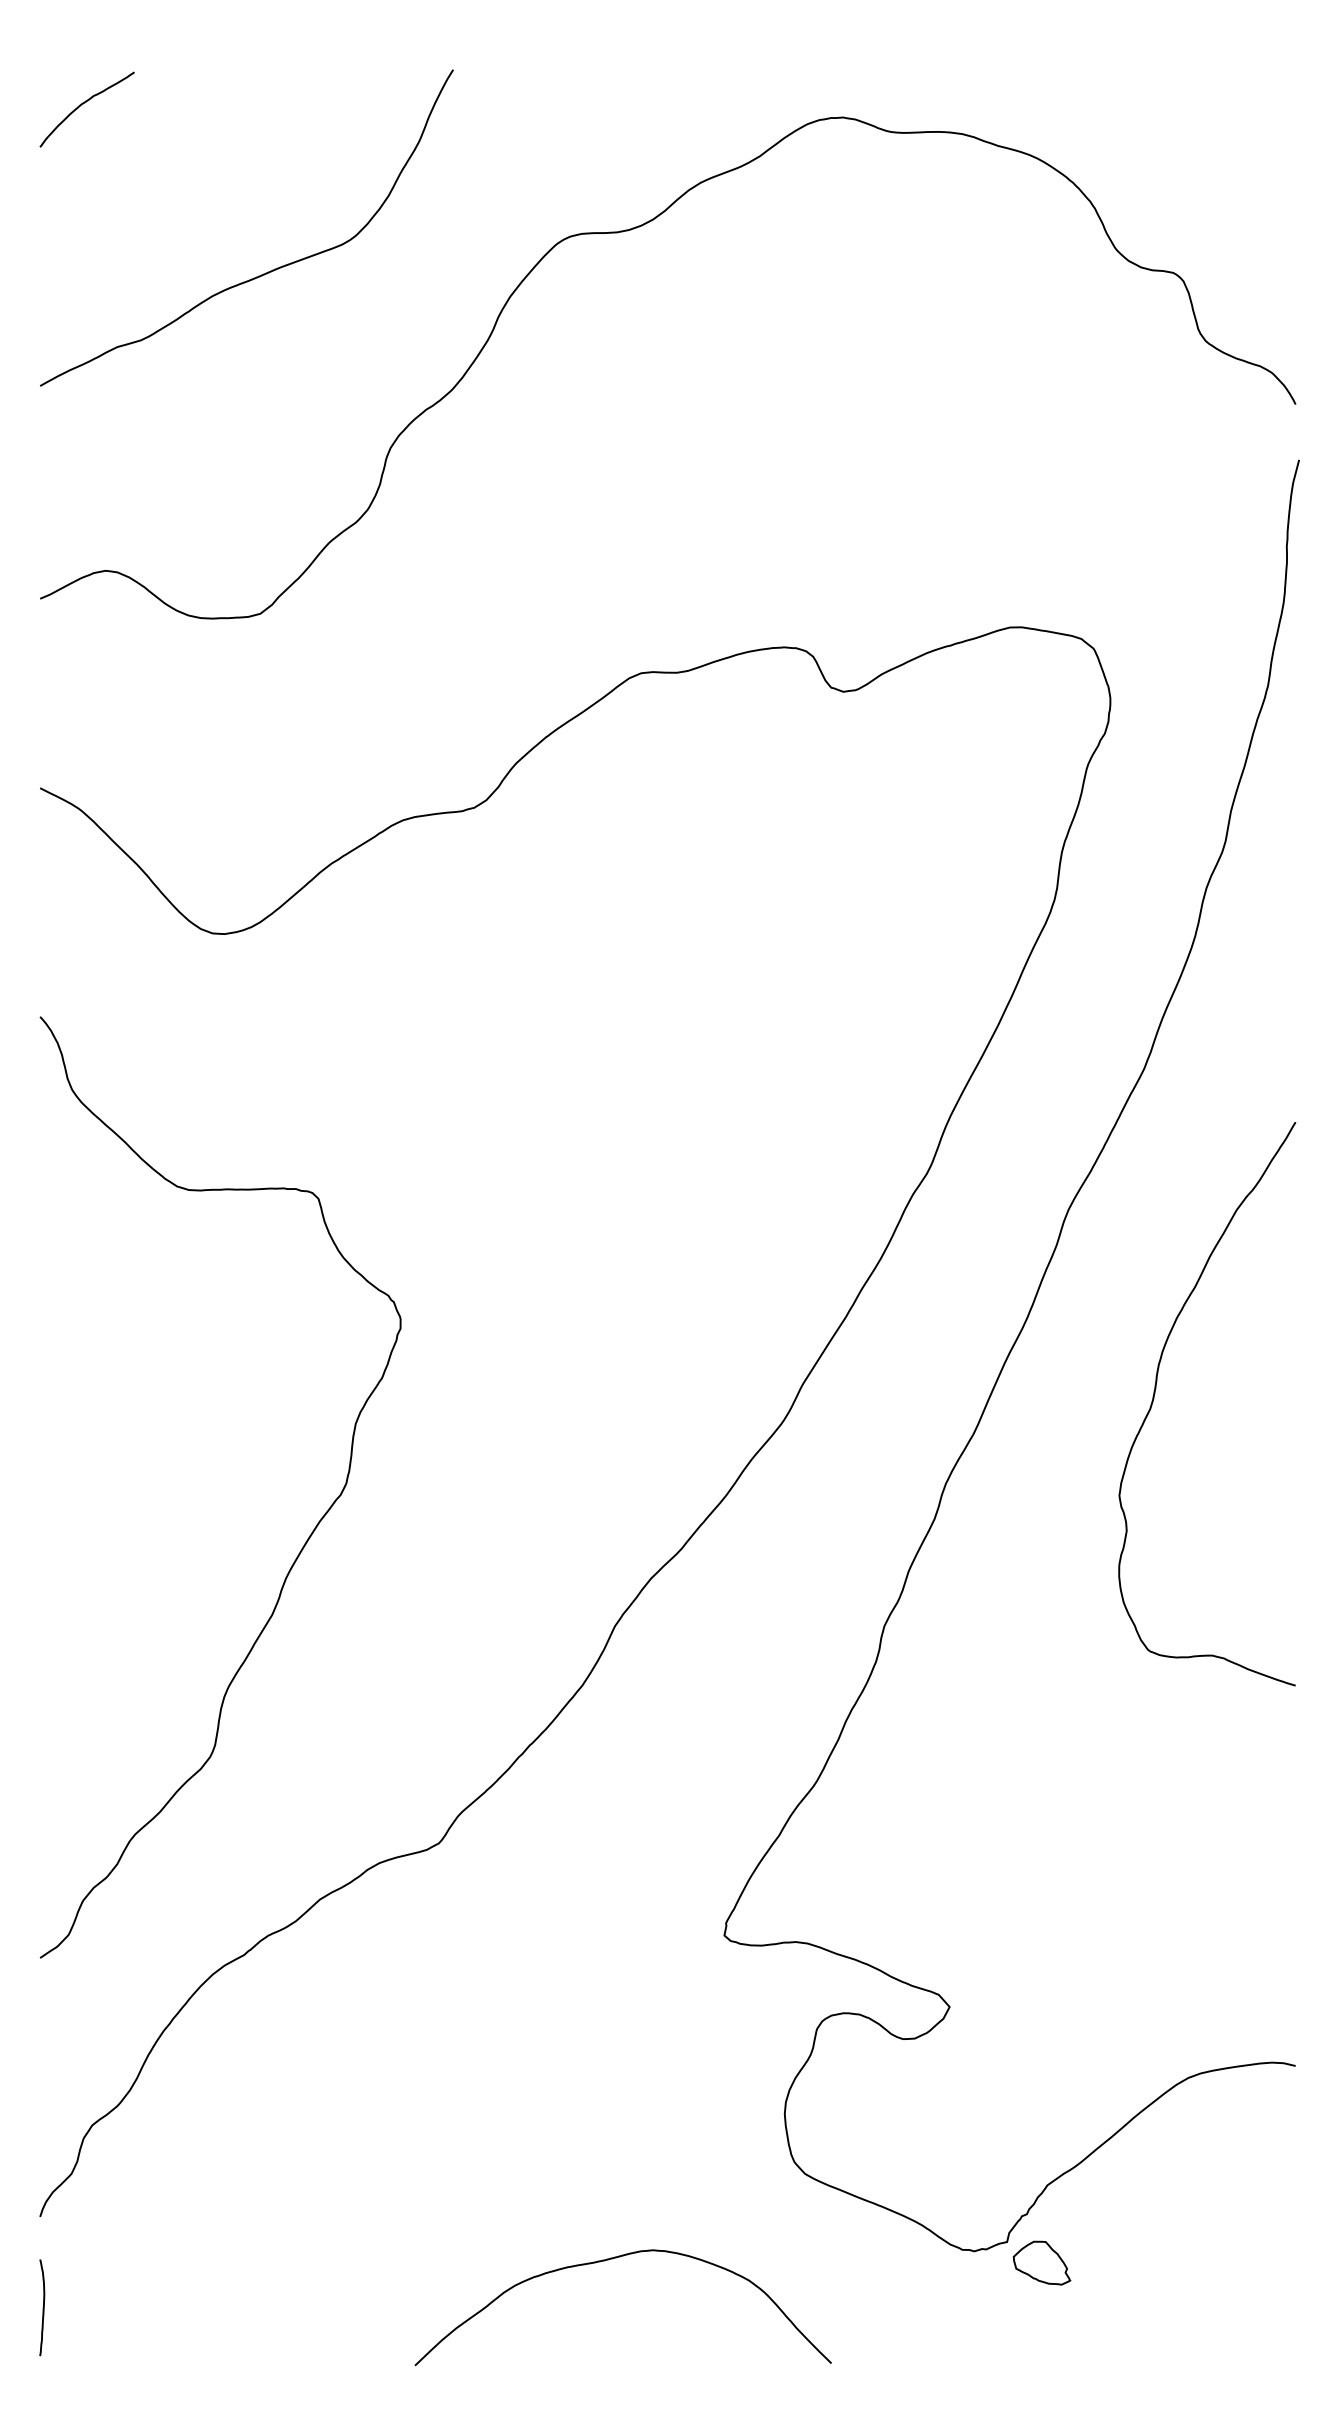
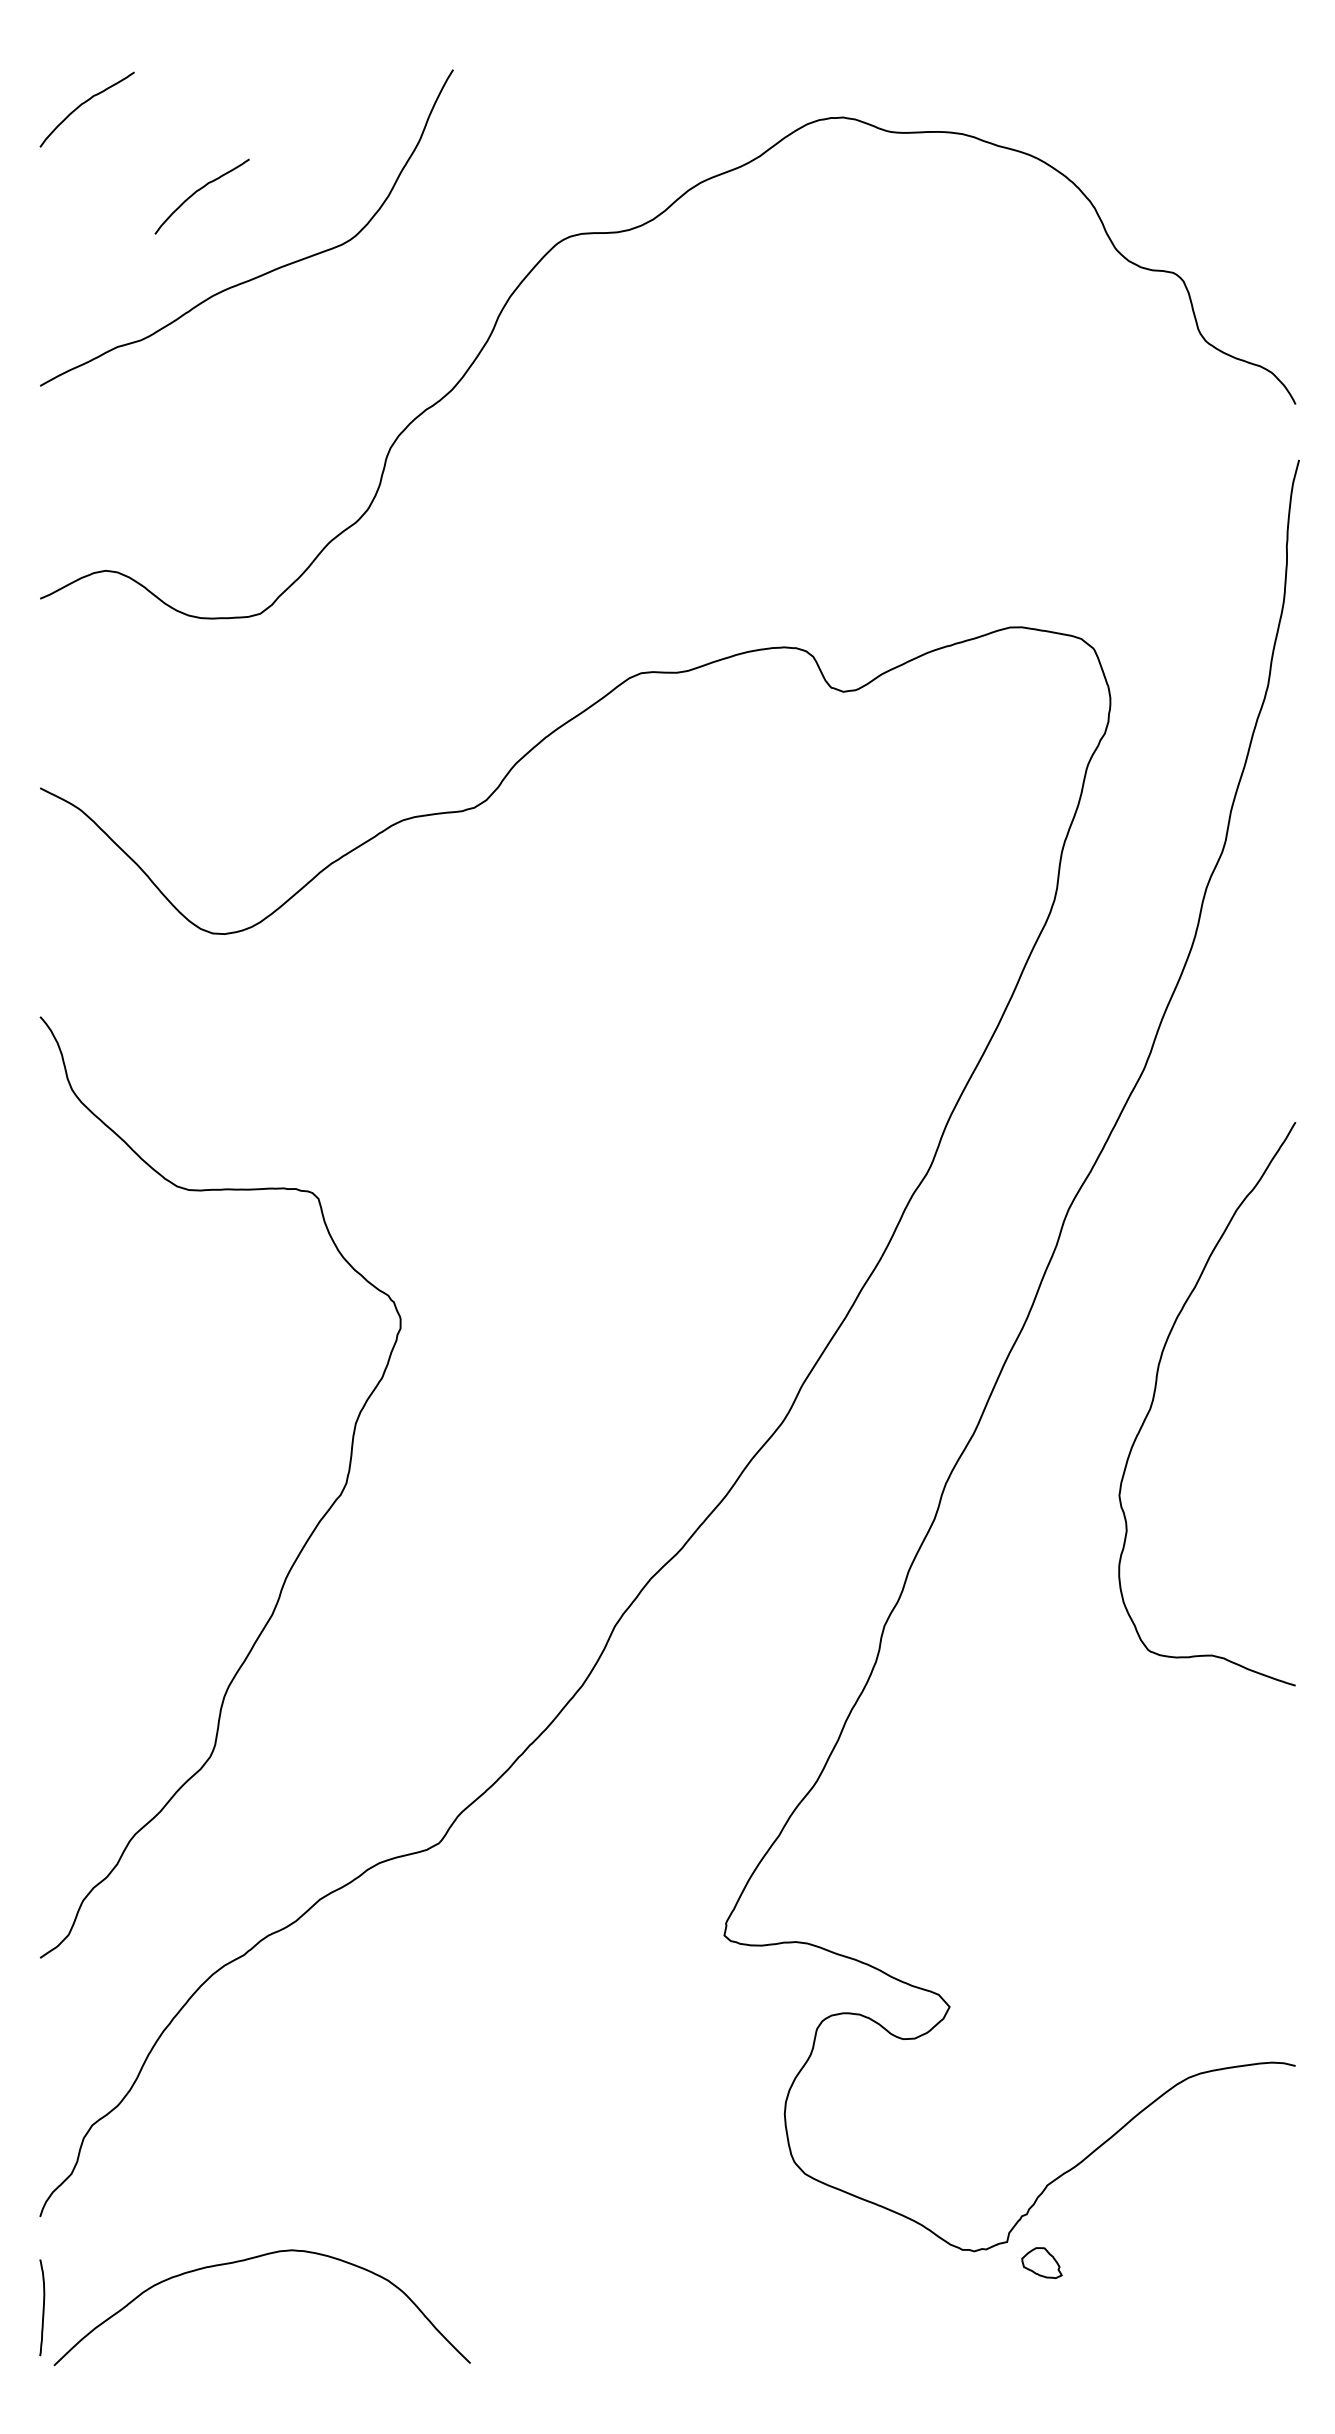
curve at (198, 191): none -> present
curve at (612, 2259) position: (612, 2259) -> (251, 2259)
part at (1041, 2262) size: 60x46 px -> 42x33 px
